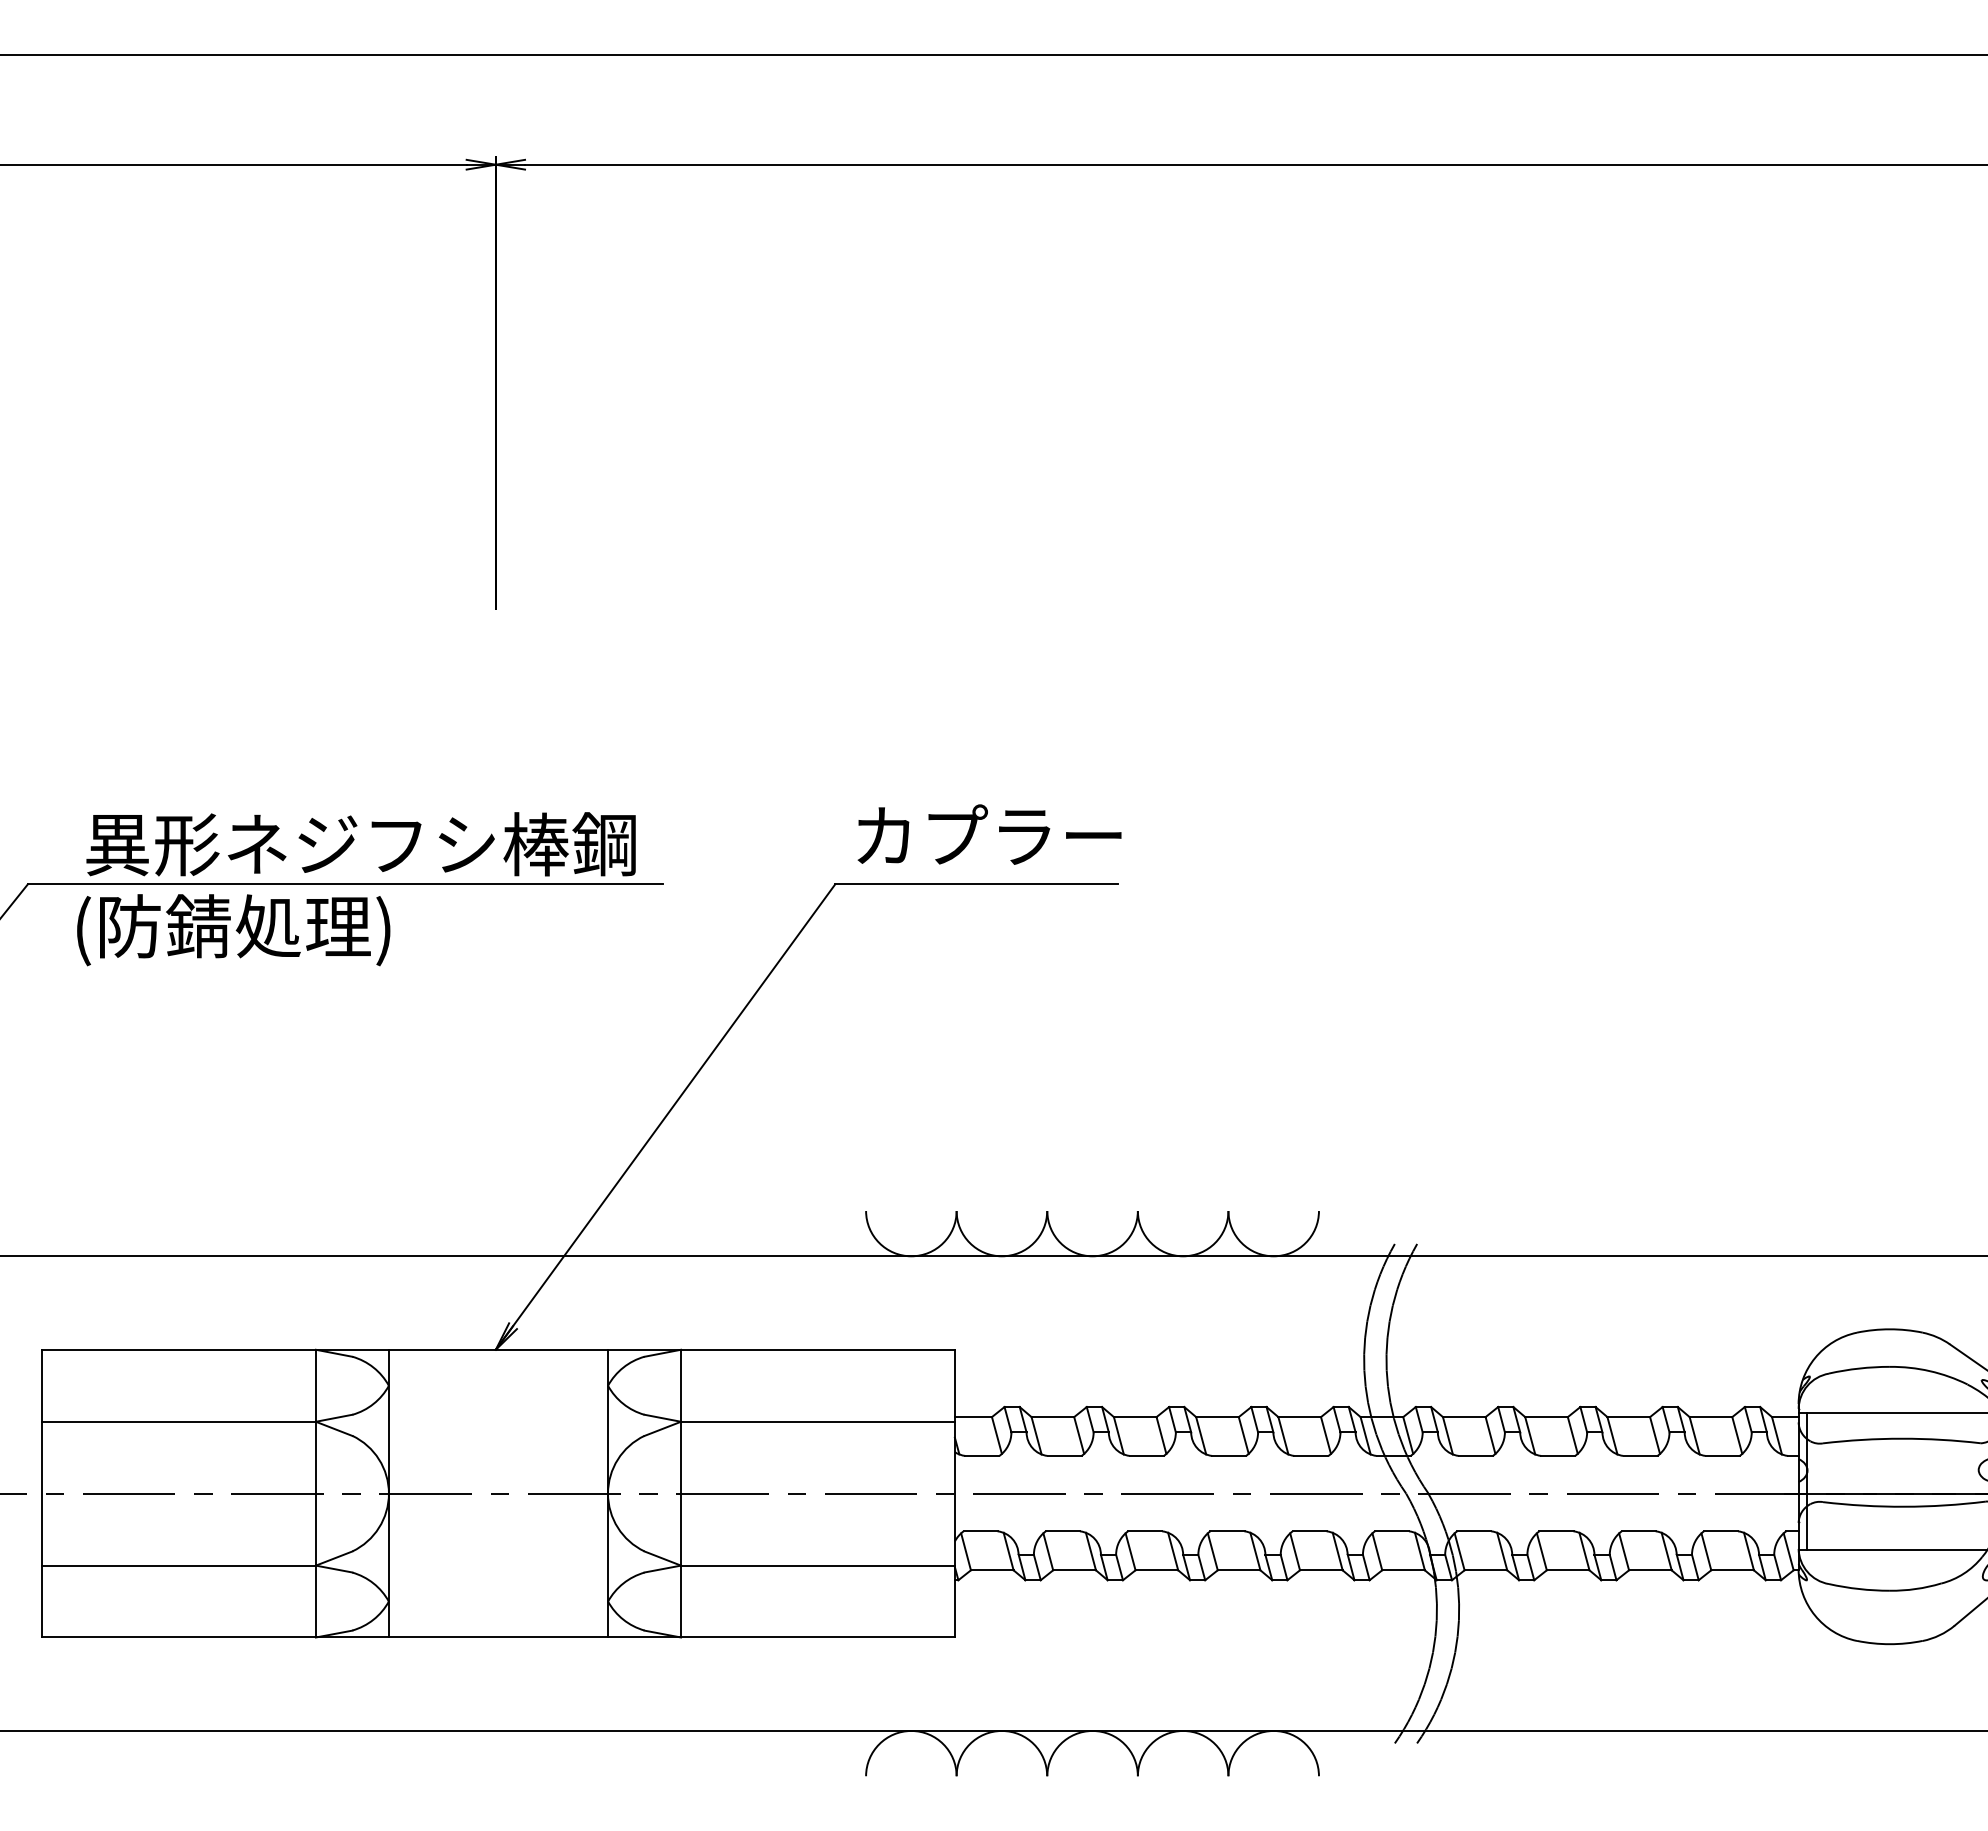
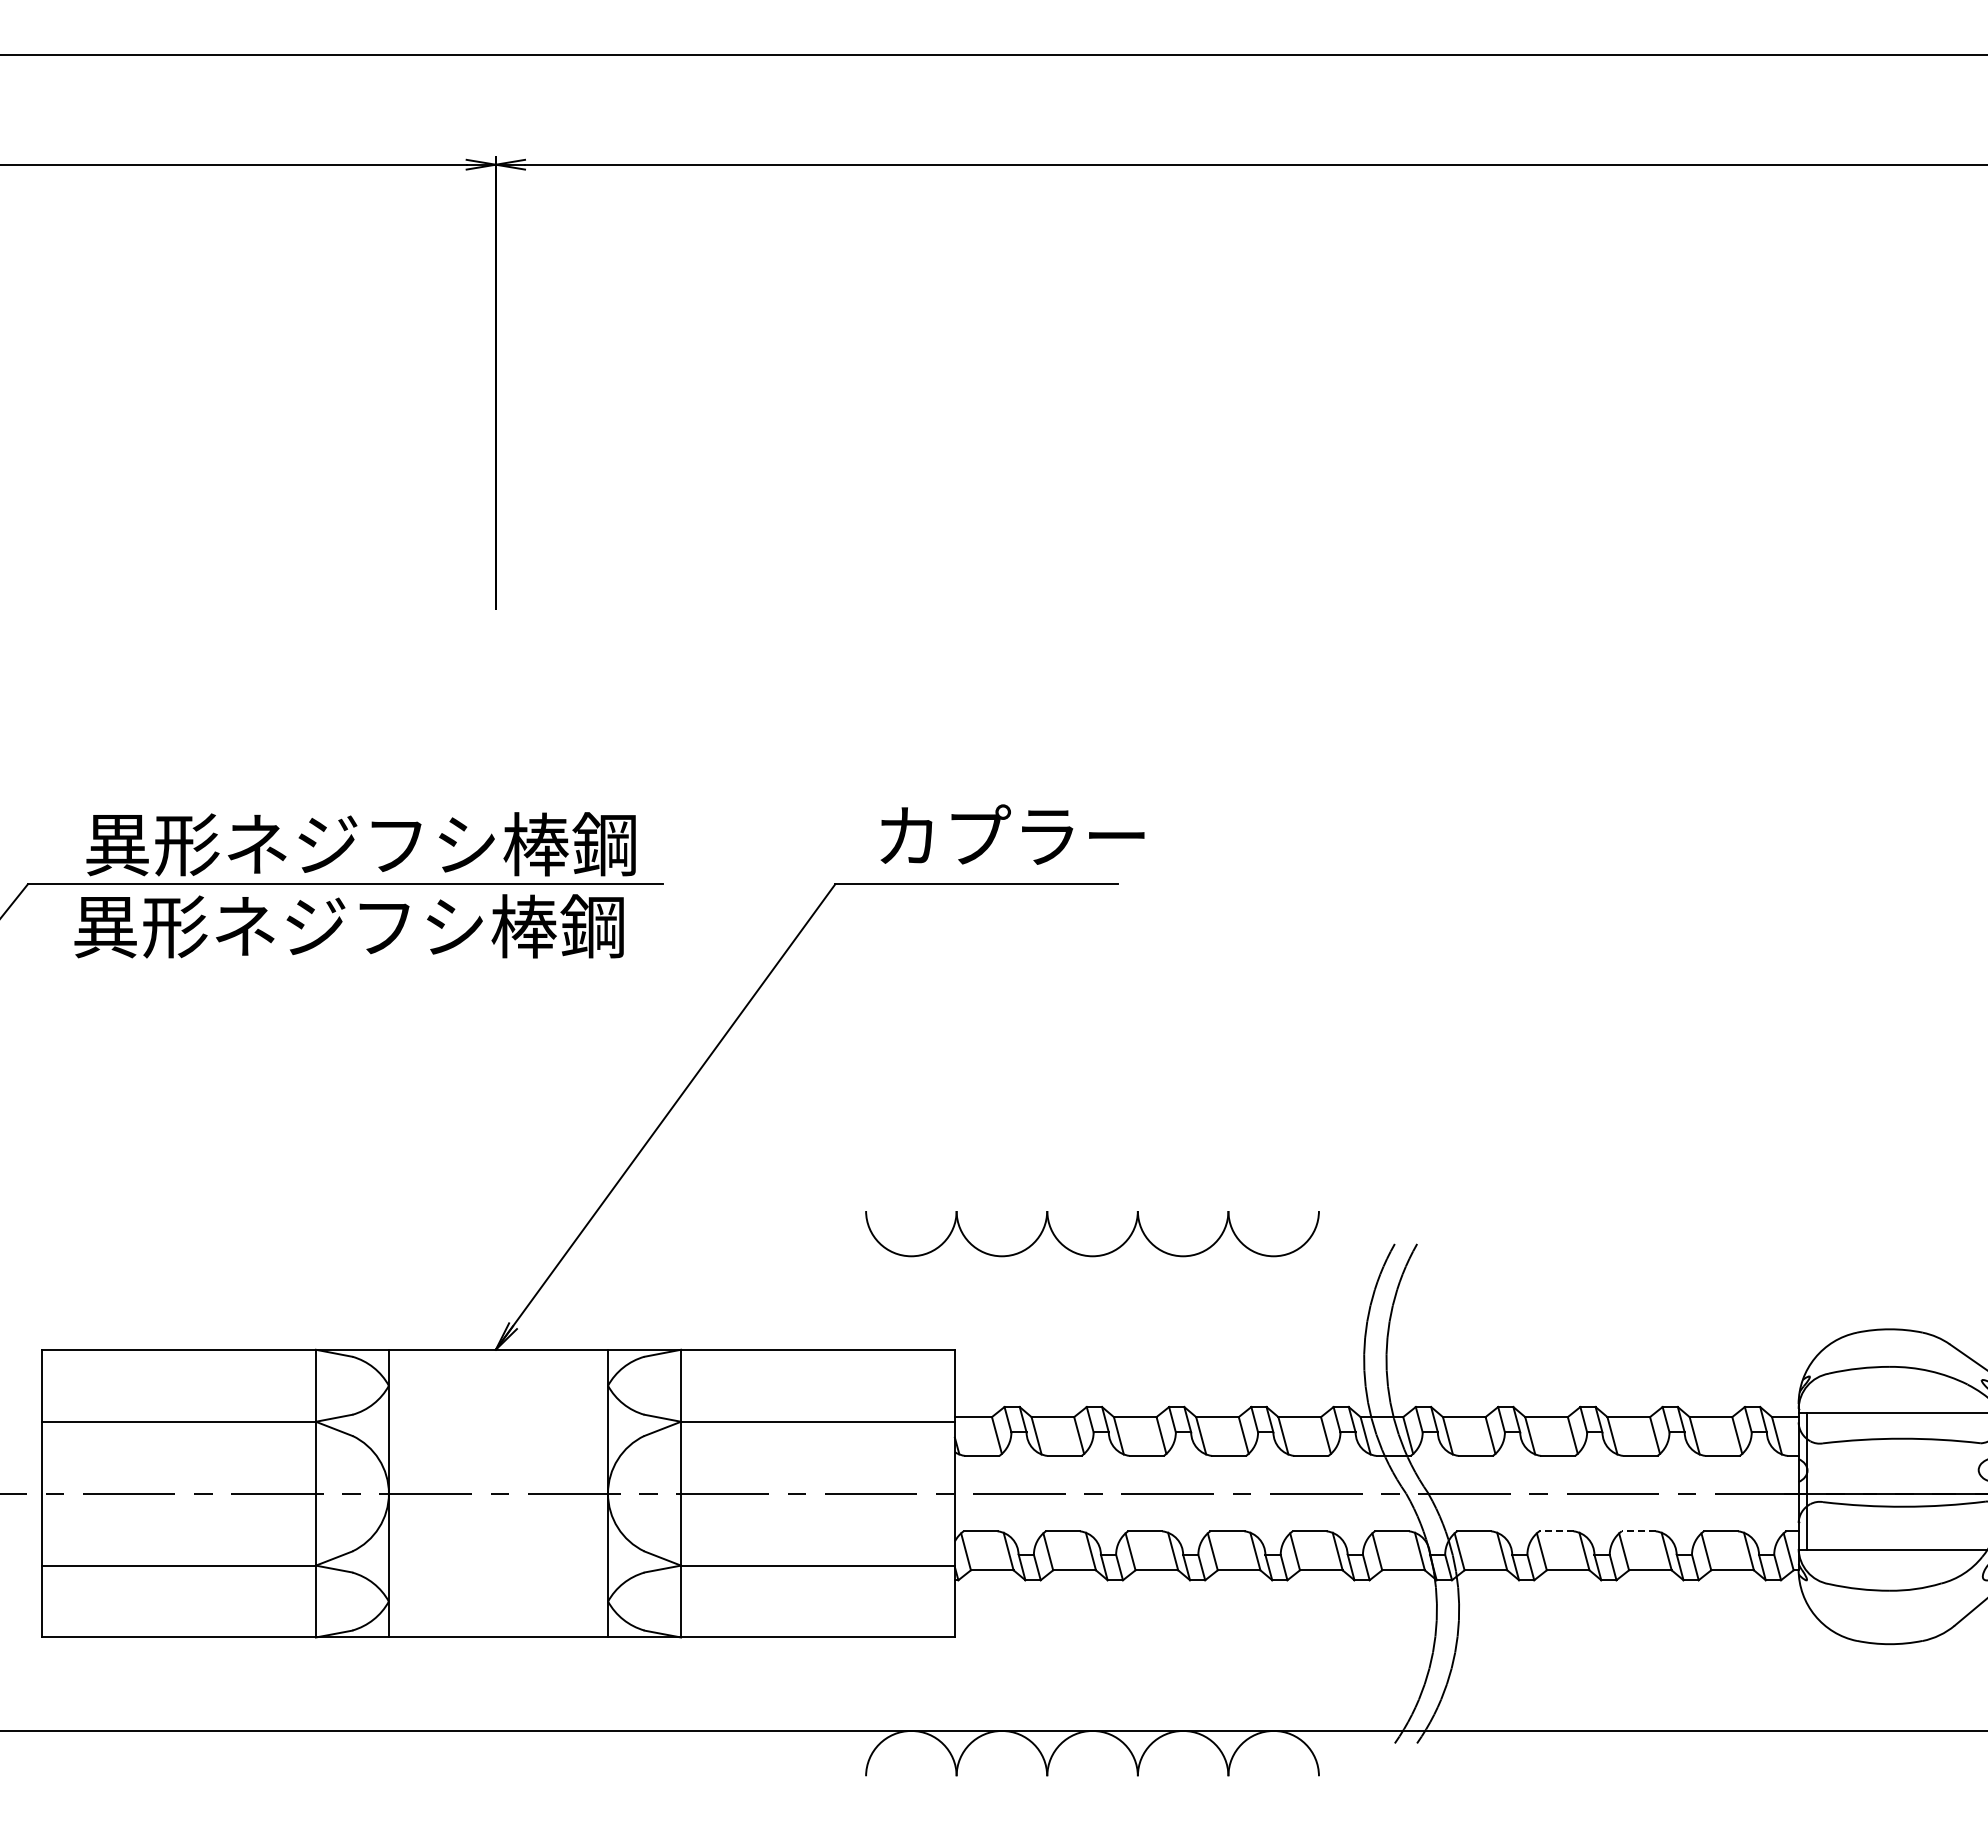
text at (989, 834) position: (989, 834) -> (1012, 834)
text at (348, 930): (防錆処理) -> 異形ネジフシ棒鋼
line at (993, 1256): present -> none
line at (1555, 1531): solid -> dashed
line at (1638, 1531): solid -> dashed
